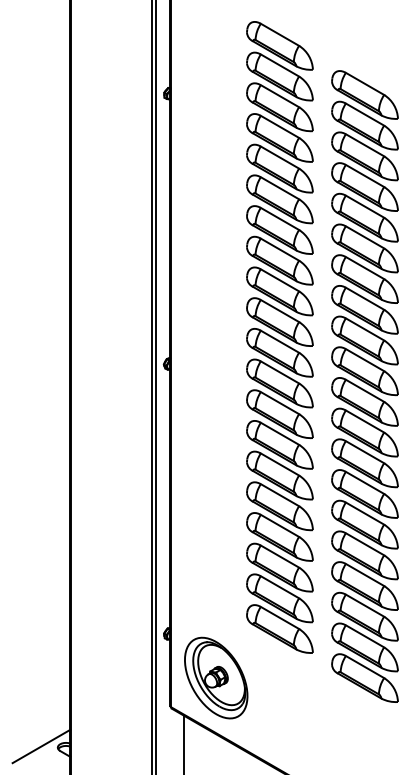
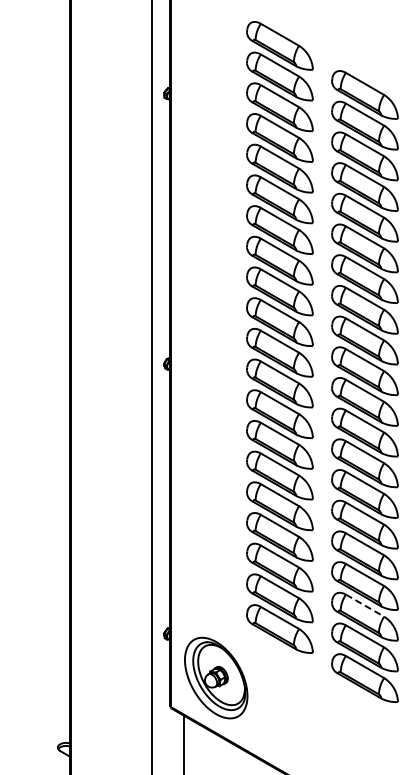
line at (156, 386): present -> none
line at (365, 605): solid -> dashed
line at (41, 746): present -> none
